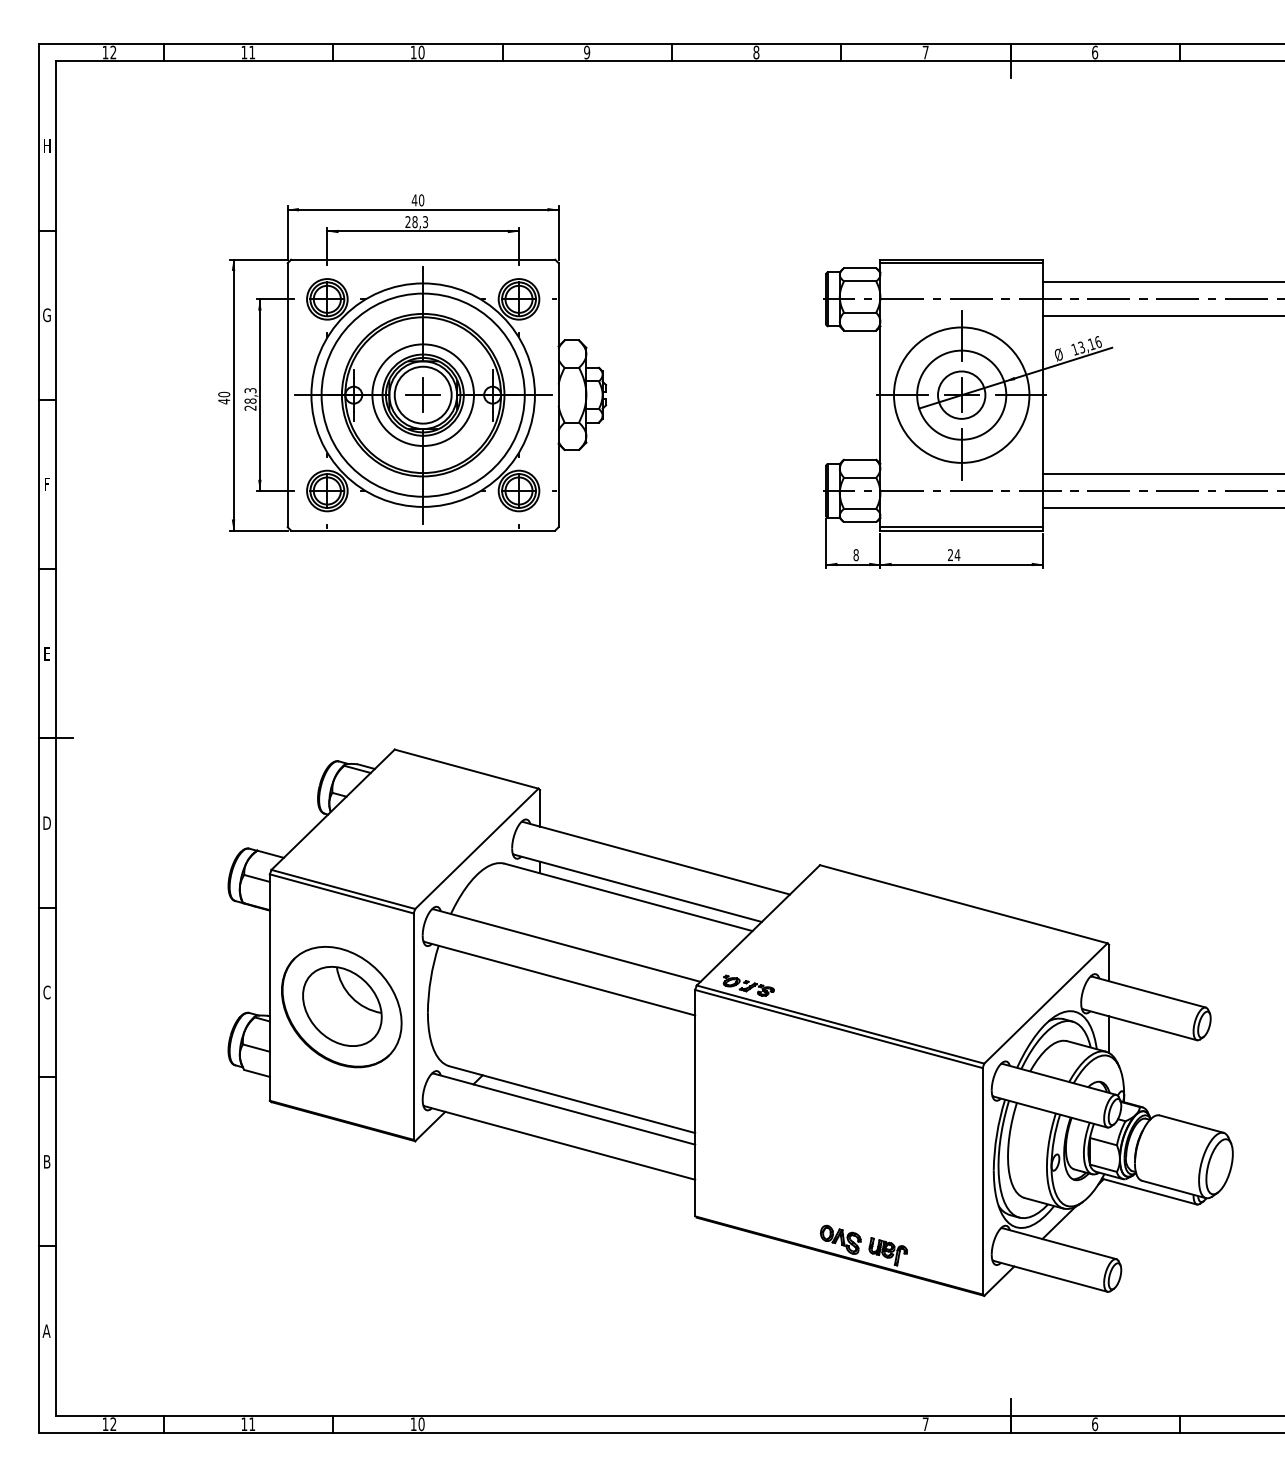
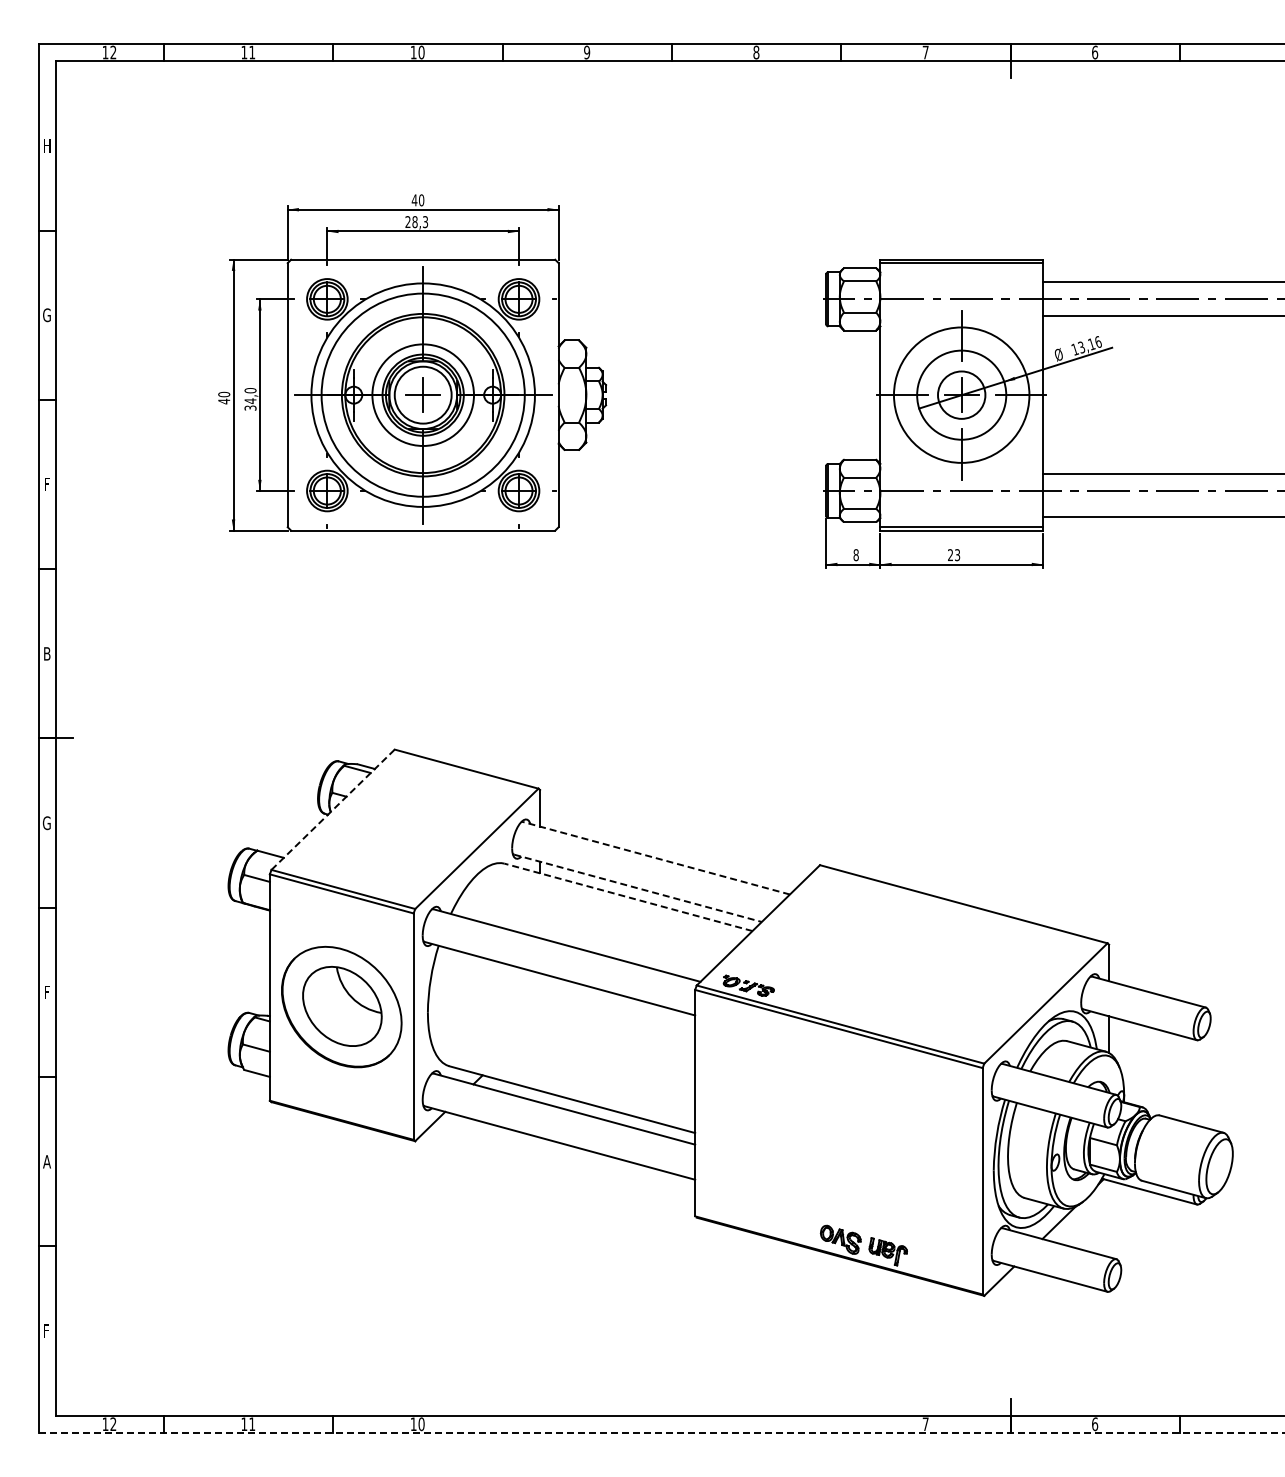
text at (250, 399): 28,3 -> 34,0
line at (1161, 507) position: (1161, 507) -> (1161, 516)
text at (957, 555): 24 -> 23
text at (47, 653): E -> B
line at (333, 809): solid -> dashed
text at (46, 823): D -> G
line at (656, 858): solid -> dashed
line at (638, 888): solid -> dashed
line at (628, 897): solid -> dashed
text at (46, 992): C -> F
text at (46, 1161): B -> A
text at (46, 1330): A -> F
line at (661, 1432): solid -> dashed
